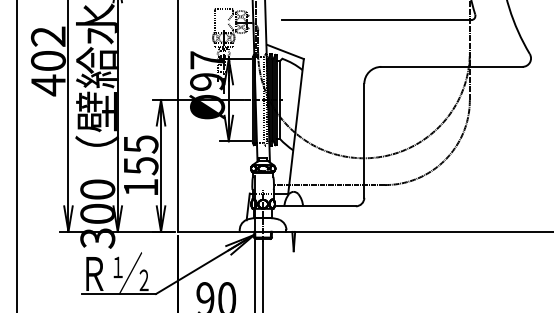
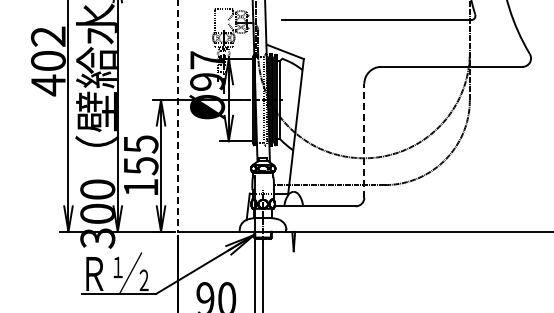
line at (178, 116): solid -> dashed
line at (364, 140): solid -> dashed
line at (16, 155): present -> none
